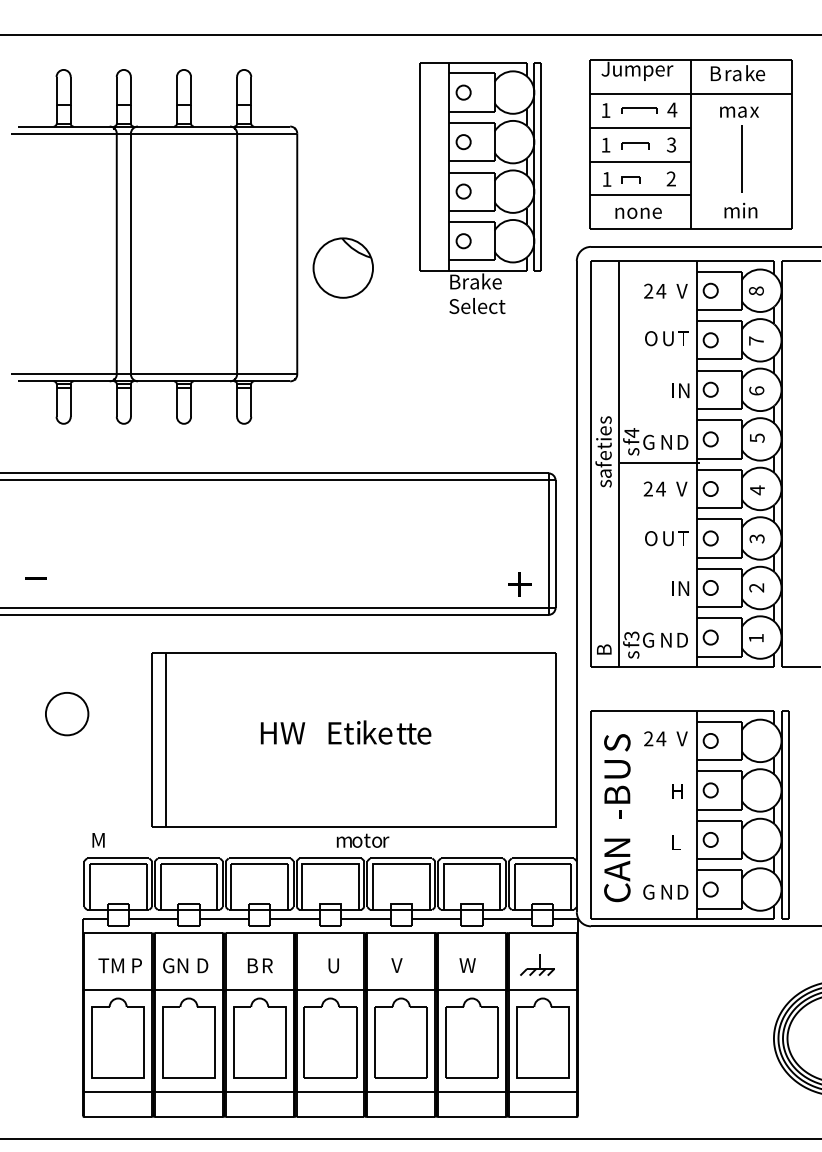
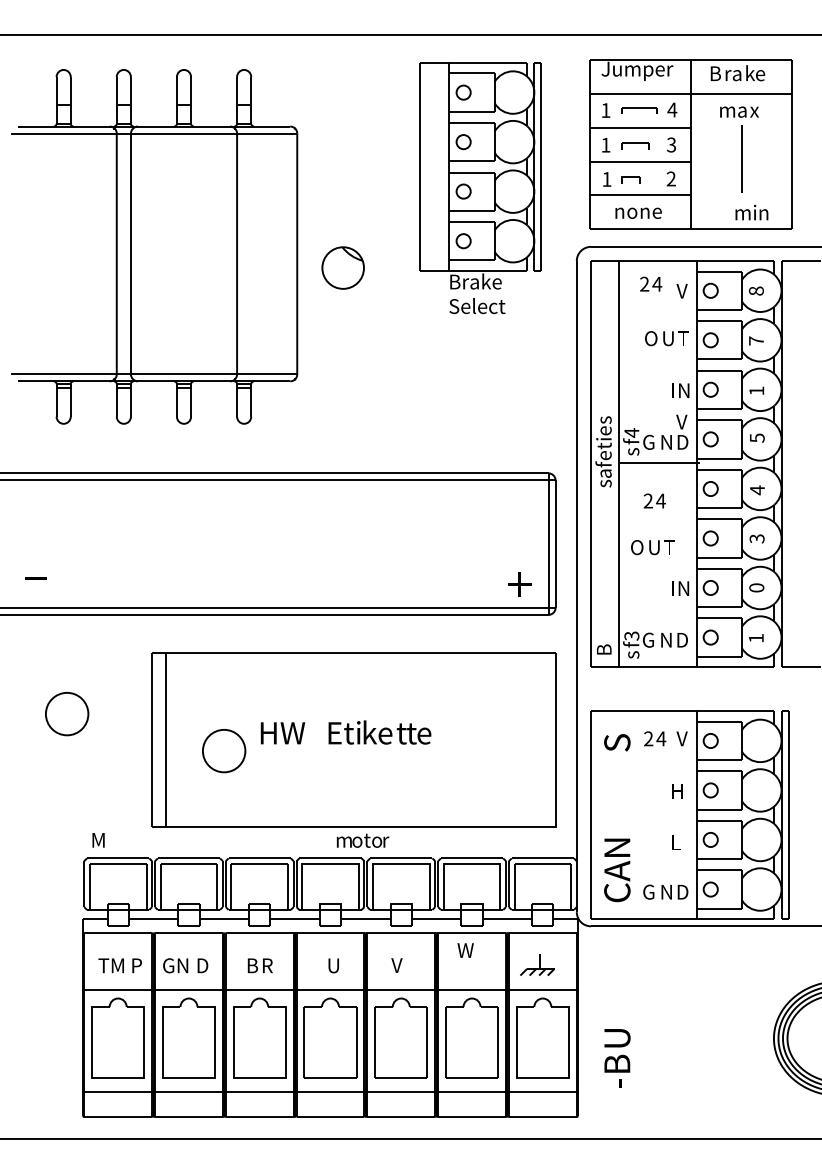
text at (740, 210) position: (740, 210) -> (751, 212)
part at (342, 267) size: 62x62 px -> 44x44 px
text at (655, 290) position: (655, 290) -> (651, 283)
text at (756, 390): 6 -> 1
text at (654, 488) position: (654, 488) -> (654, 500)
text at (681, 488) position: (681, 488) -> (681, 421)
text at (666, 538) position: (666, 538) -> (652, 547)
text at (756, 587): 2 -> 0
part at (224, 751): none -> present
text at (617, 789) position: (617, 789) -> (617, 1058)
text at (467, 965) position: (467, 965) -> (465, 950)
